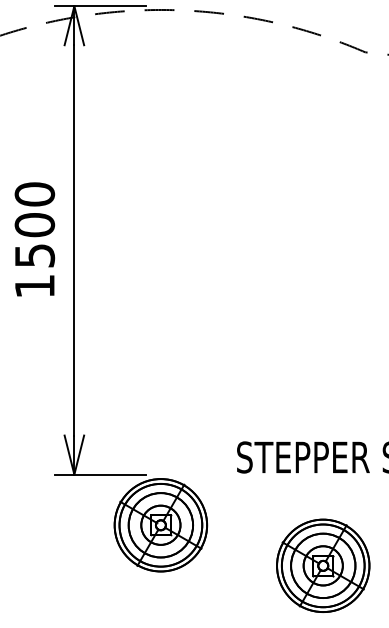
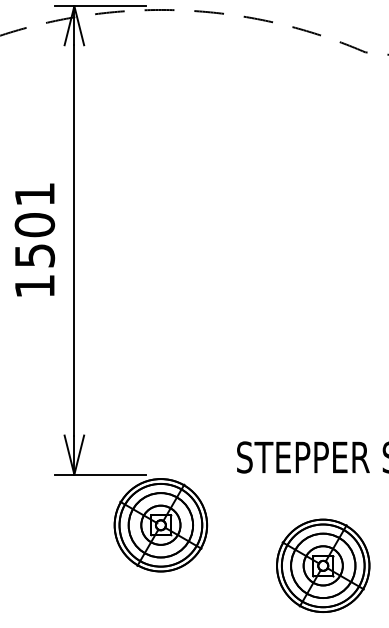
text at (34, 194): 1500 -> 1501
